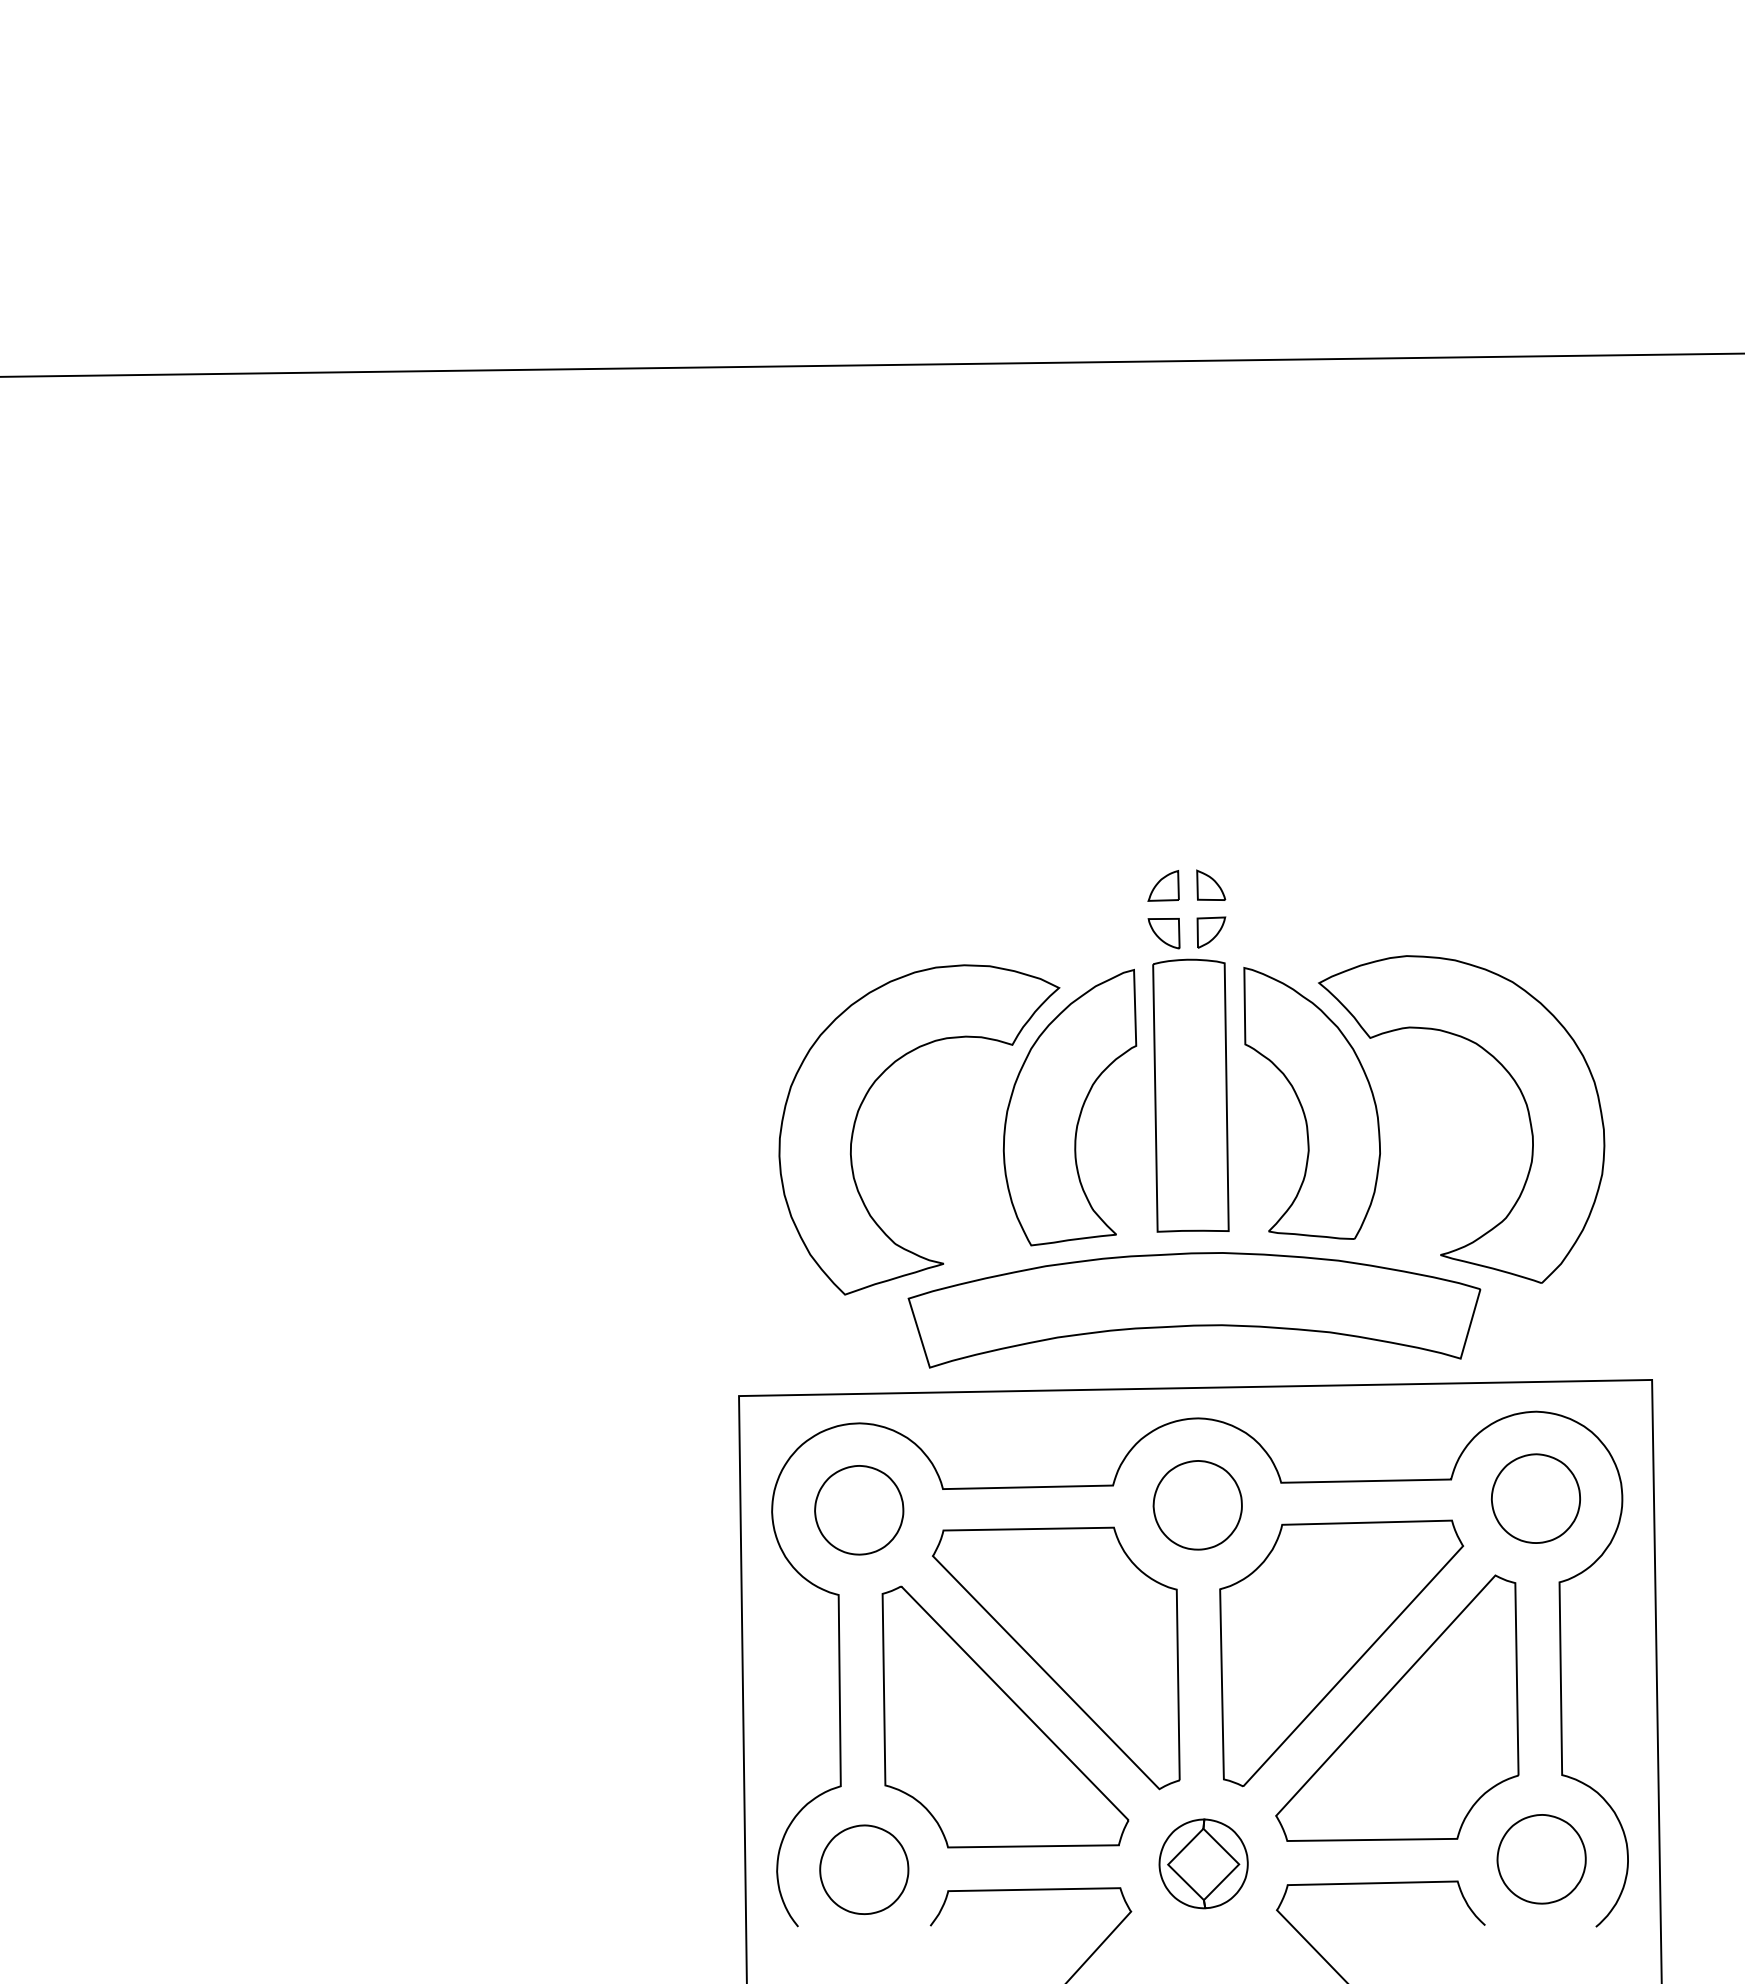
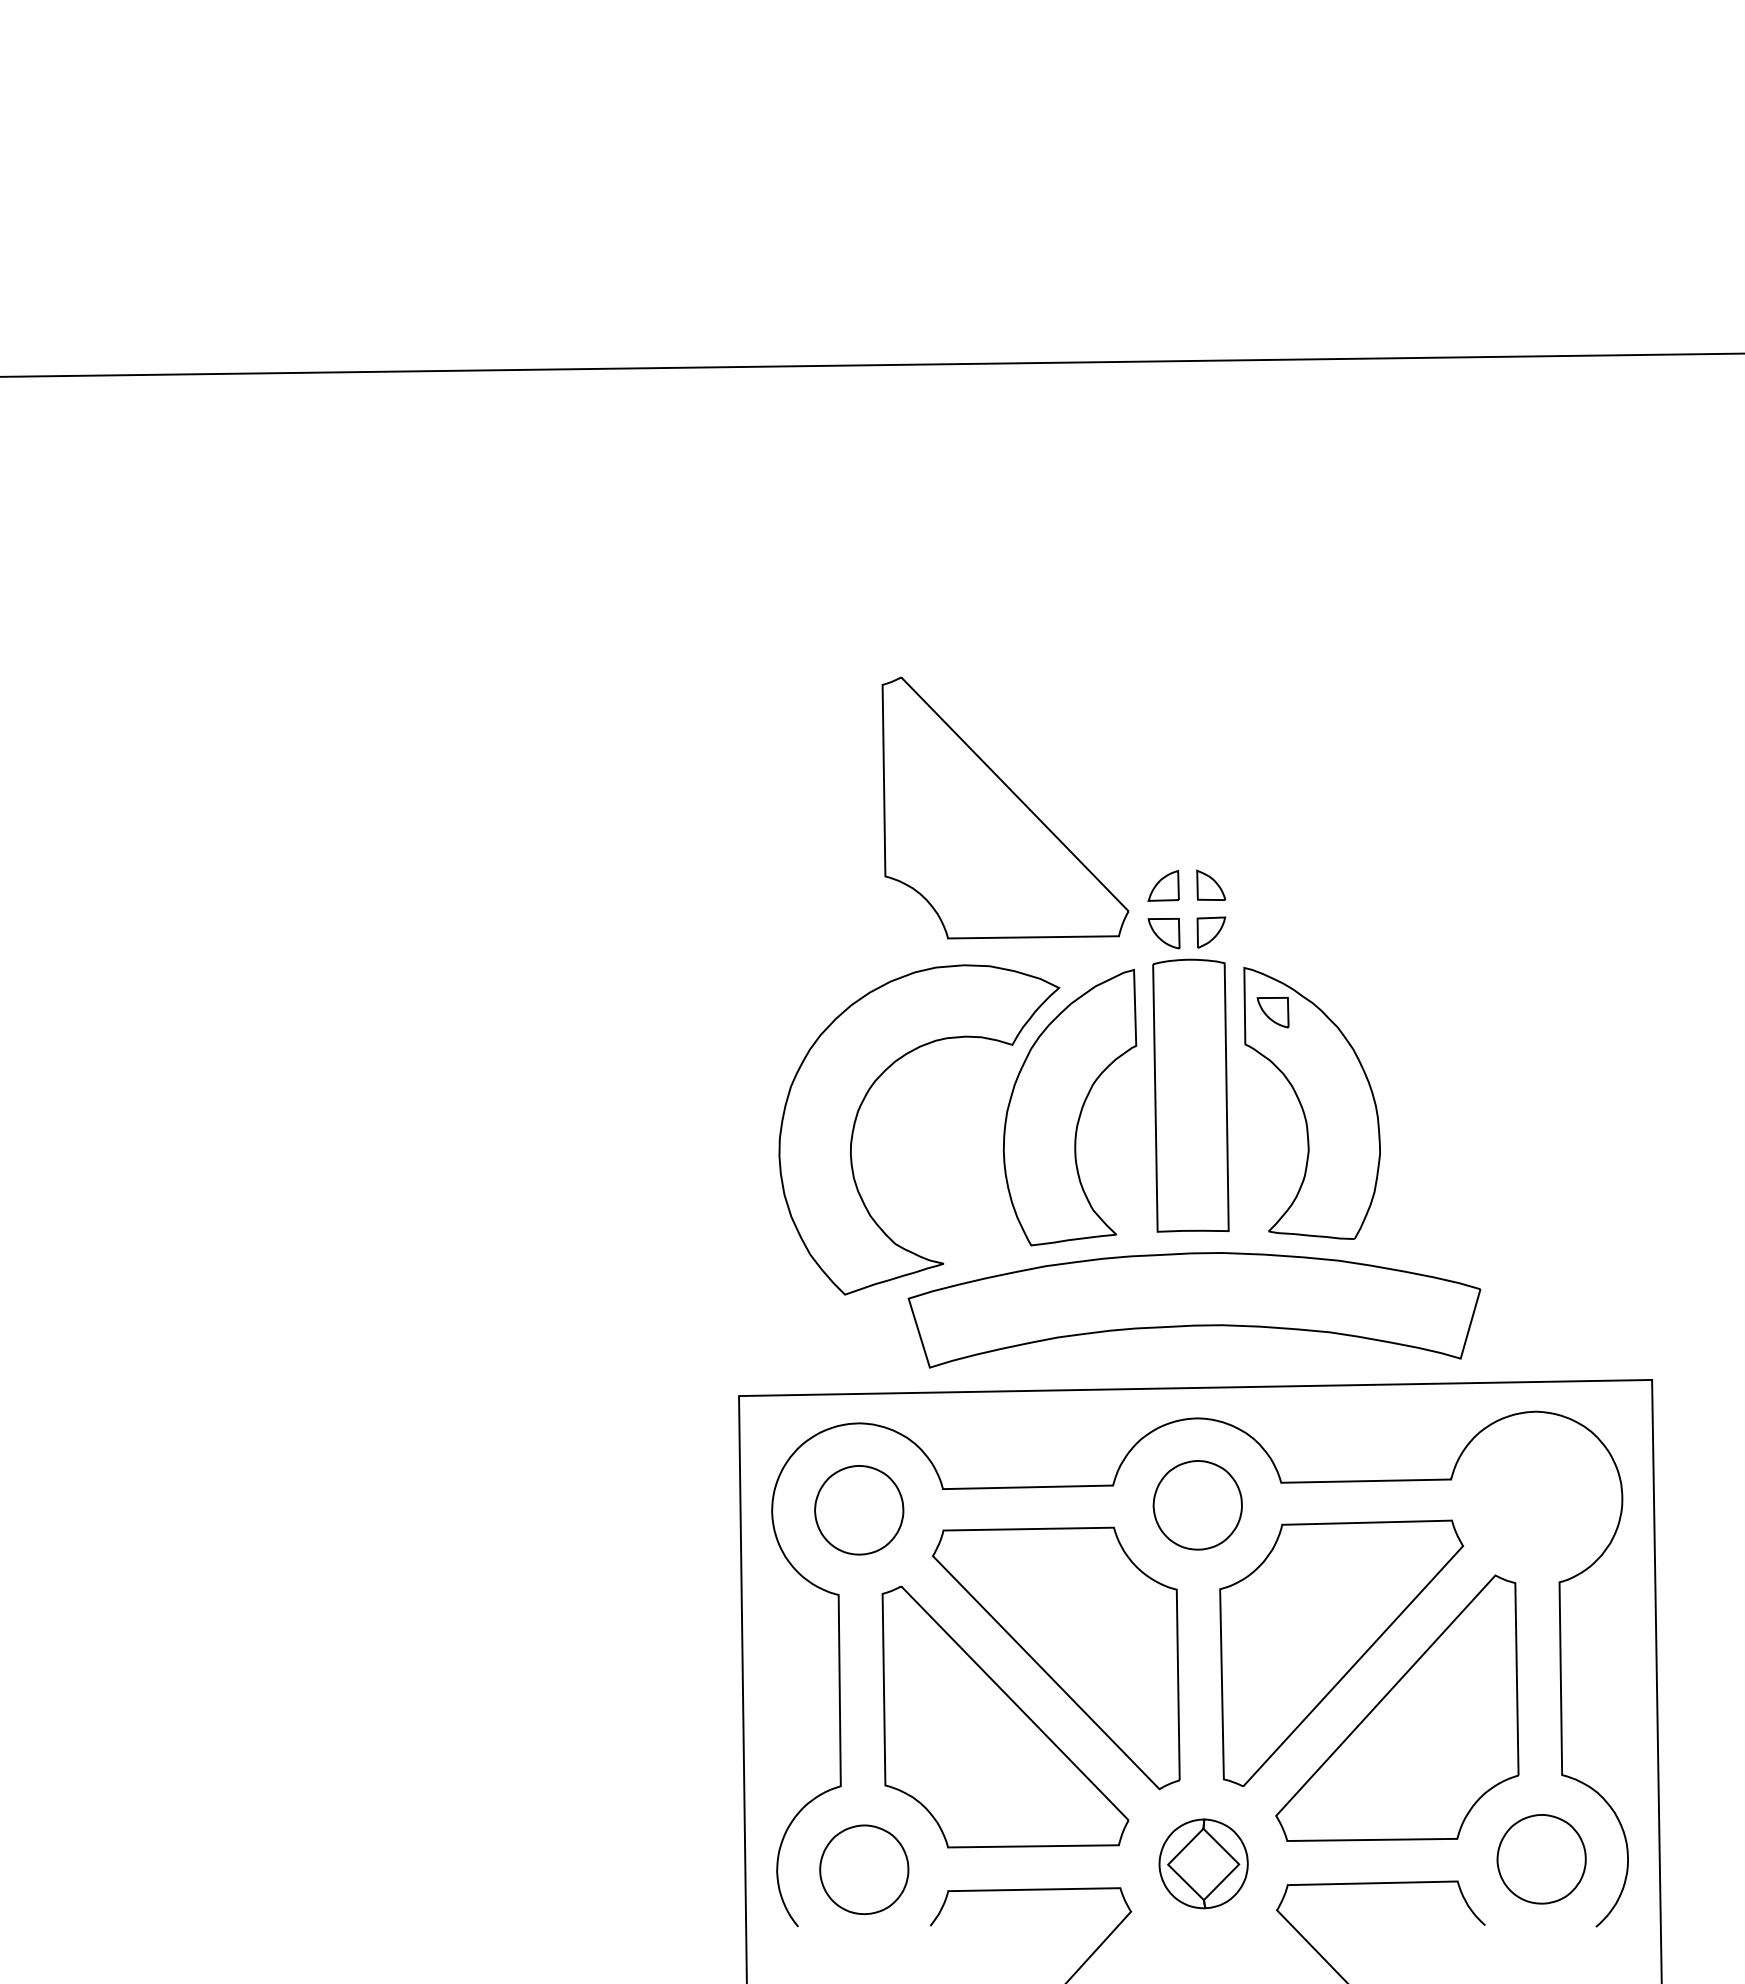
part at (1005, 807): none -> present
part at (1272, 1012): none -> present
part at (1515, 1084): present -> none
part at (1535, 1498): present -> none
